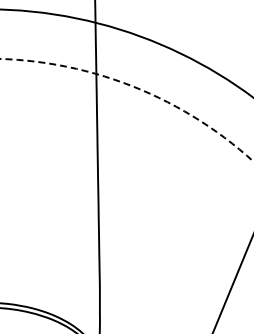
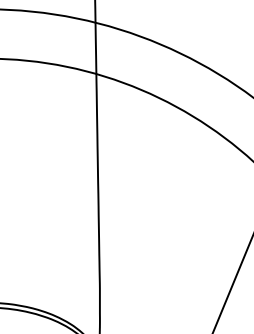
circle at (126, 110): dashed -> solid
